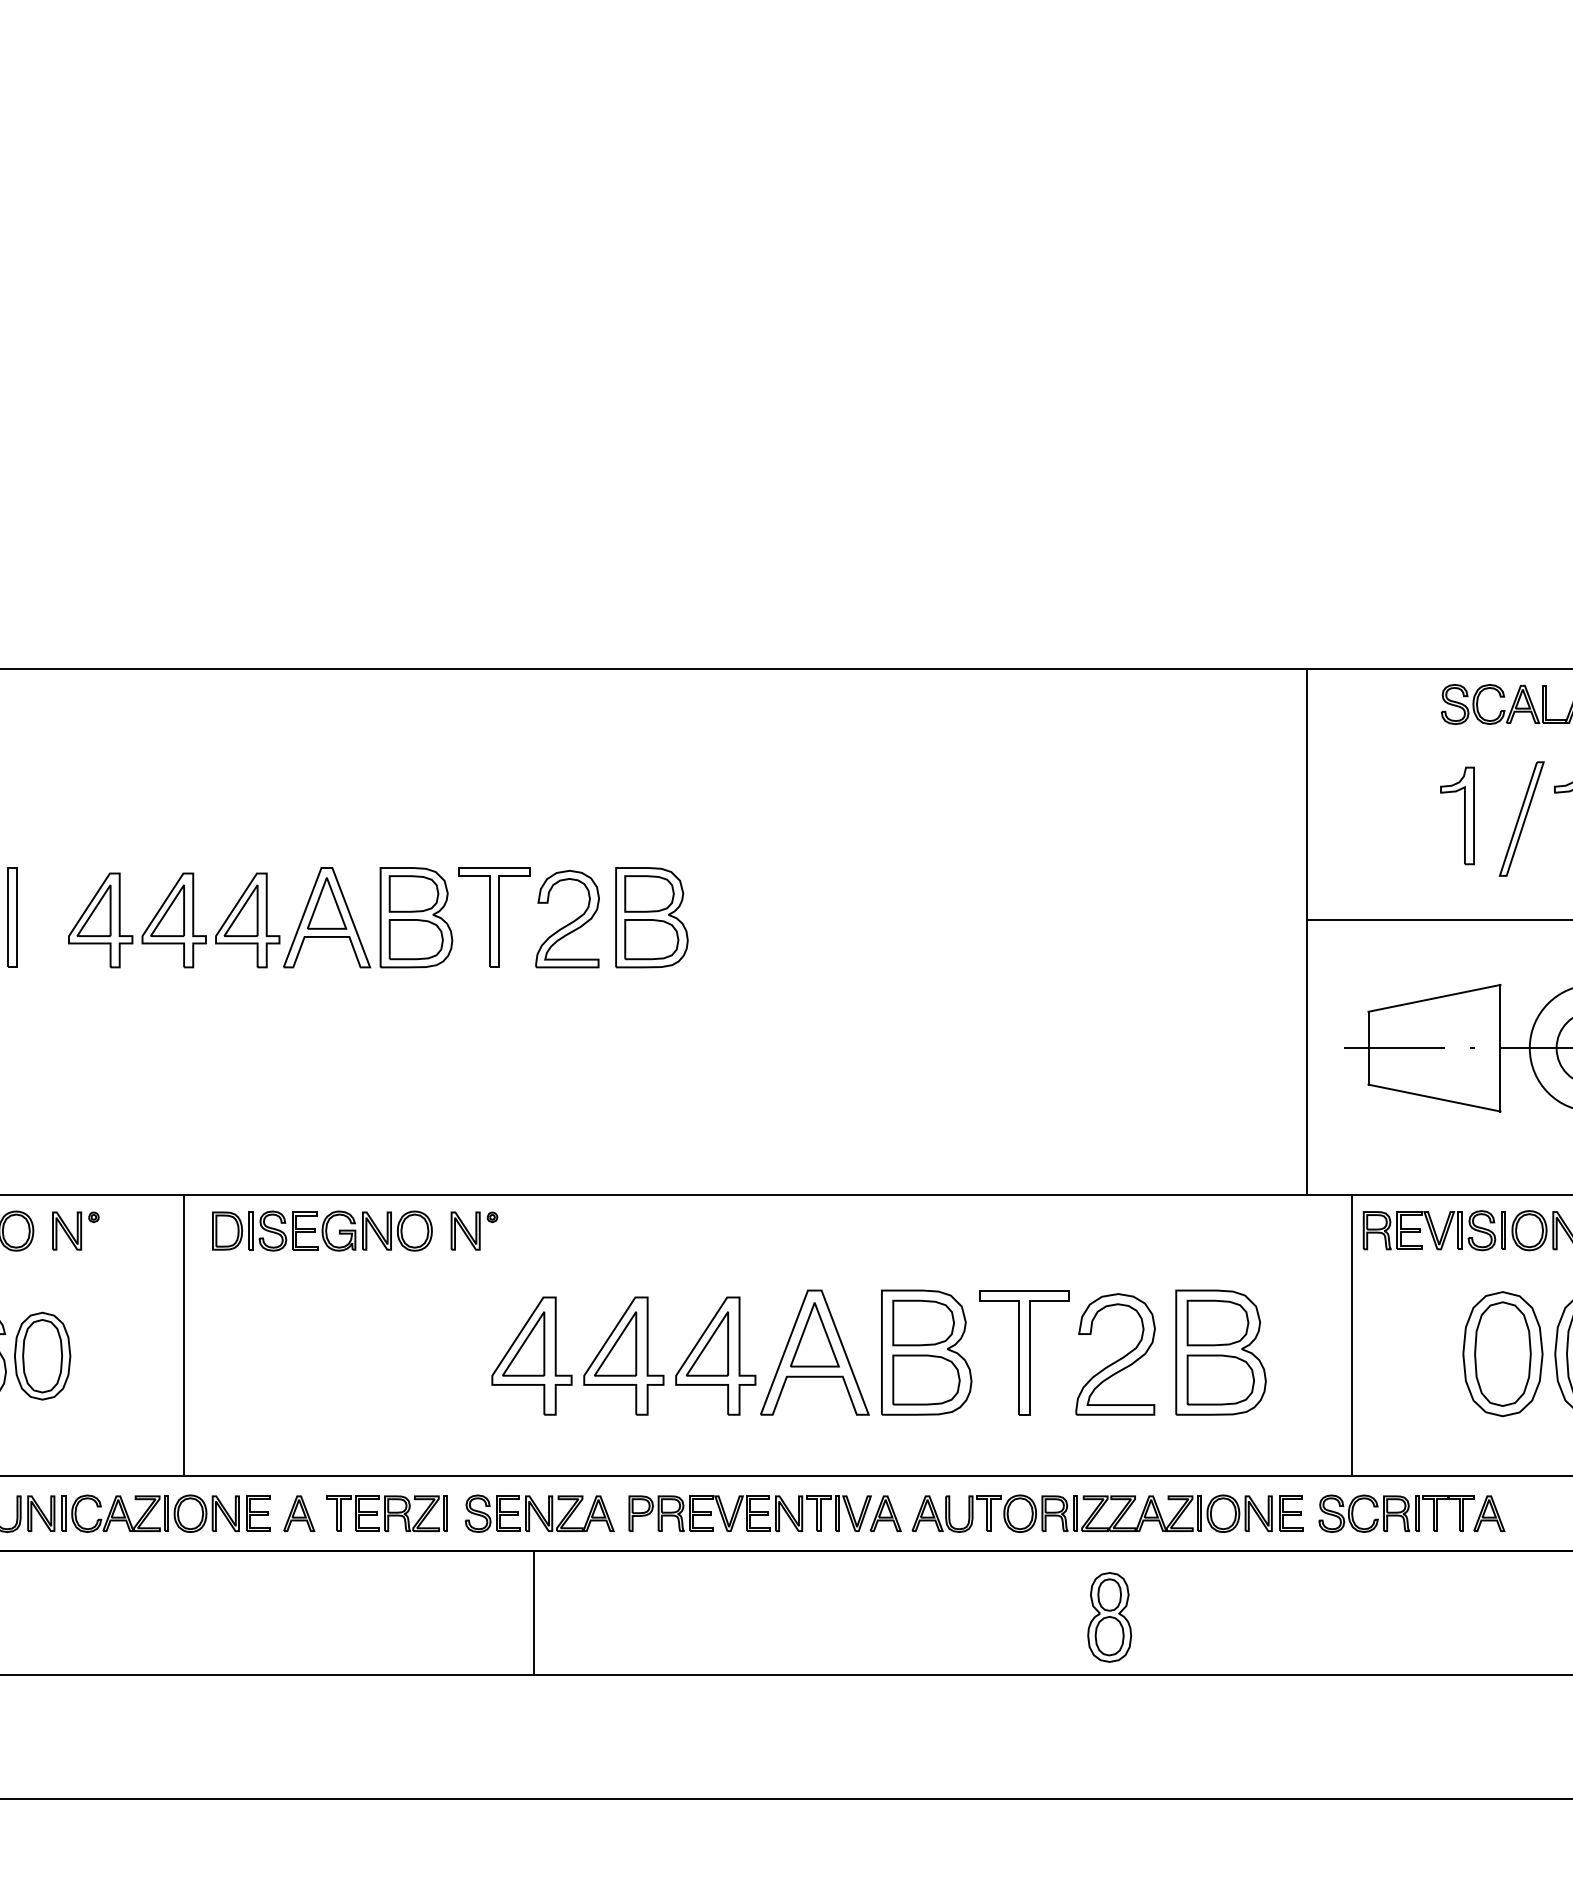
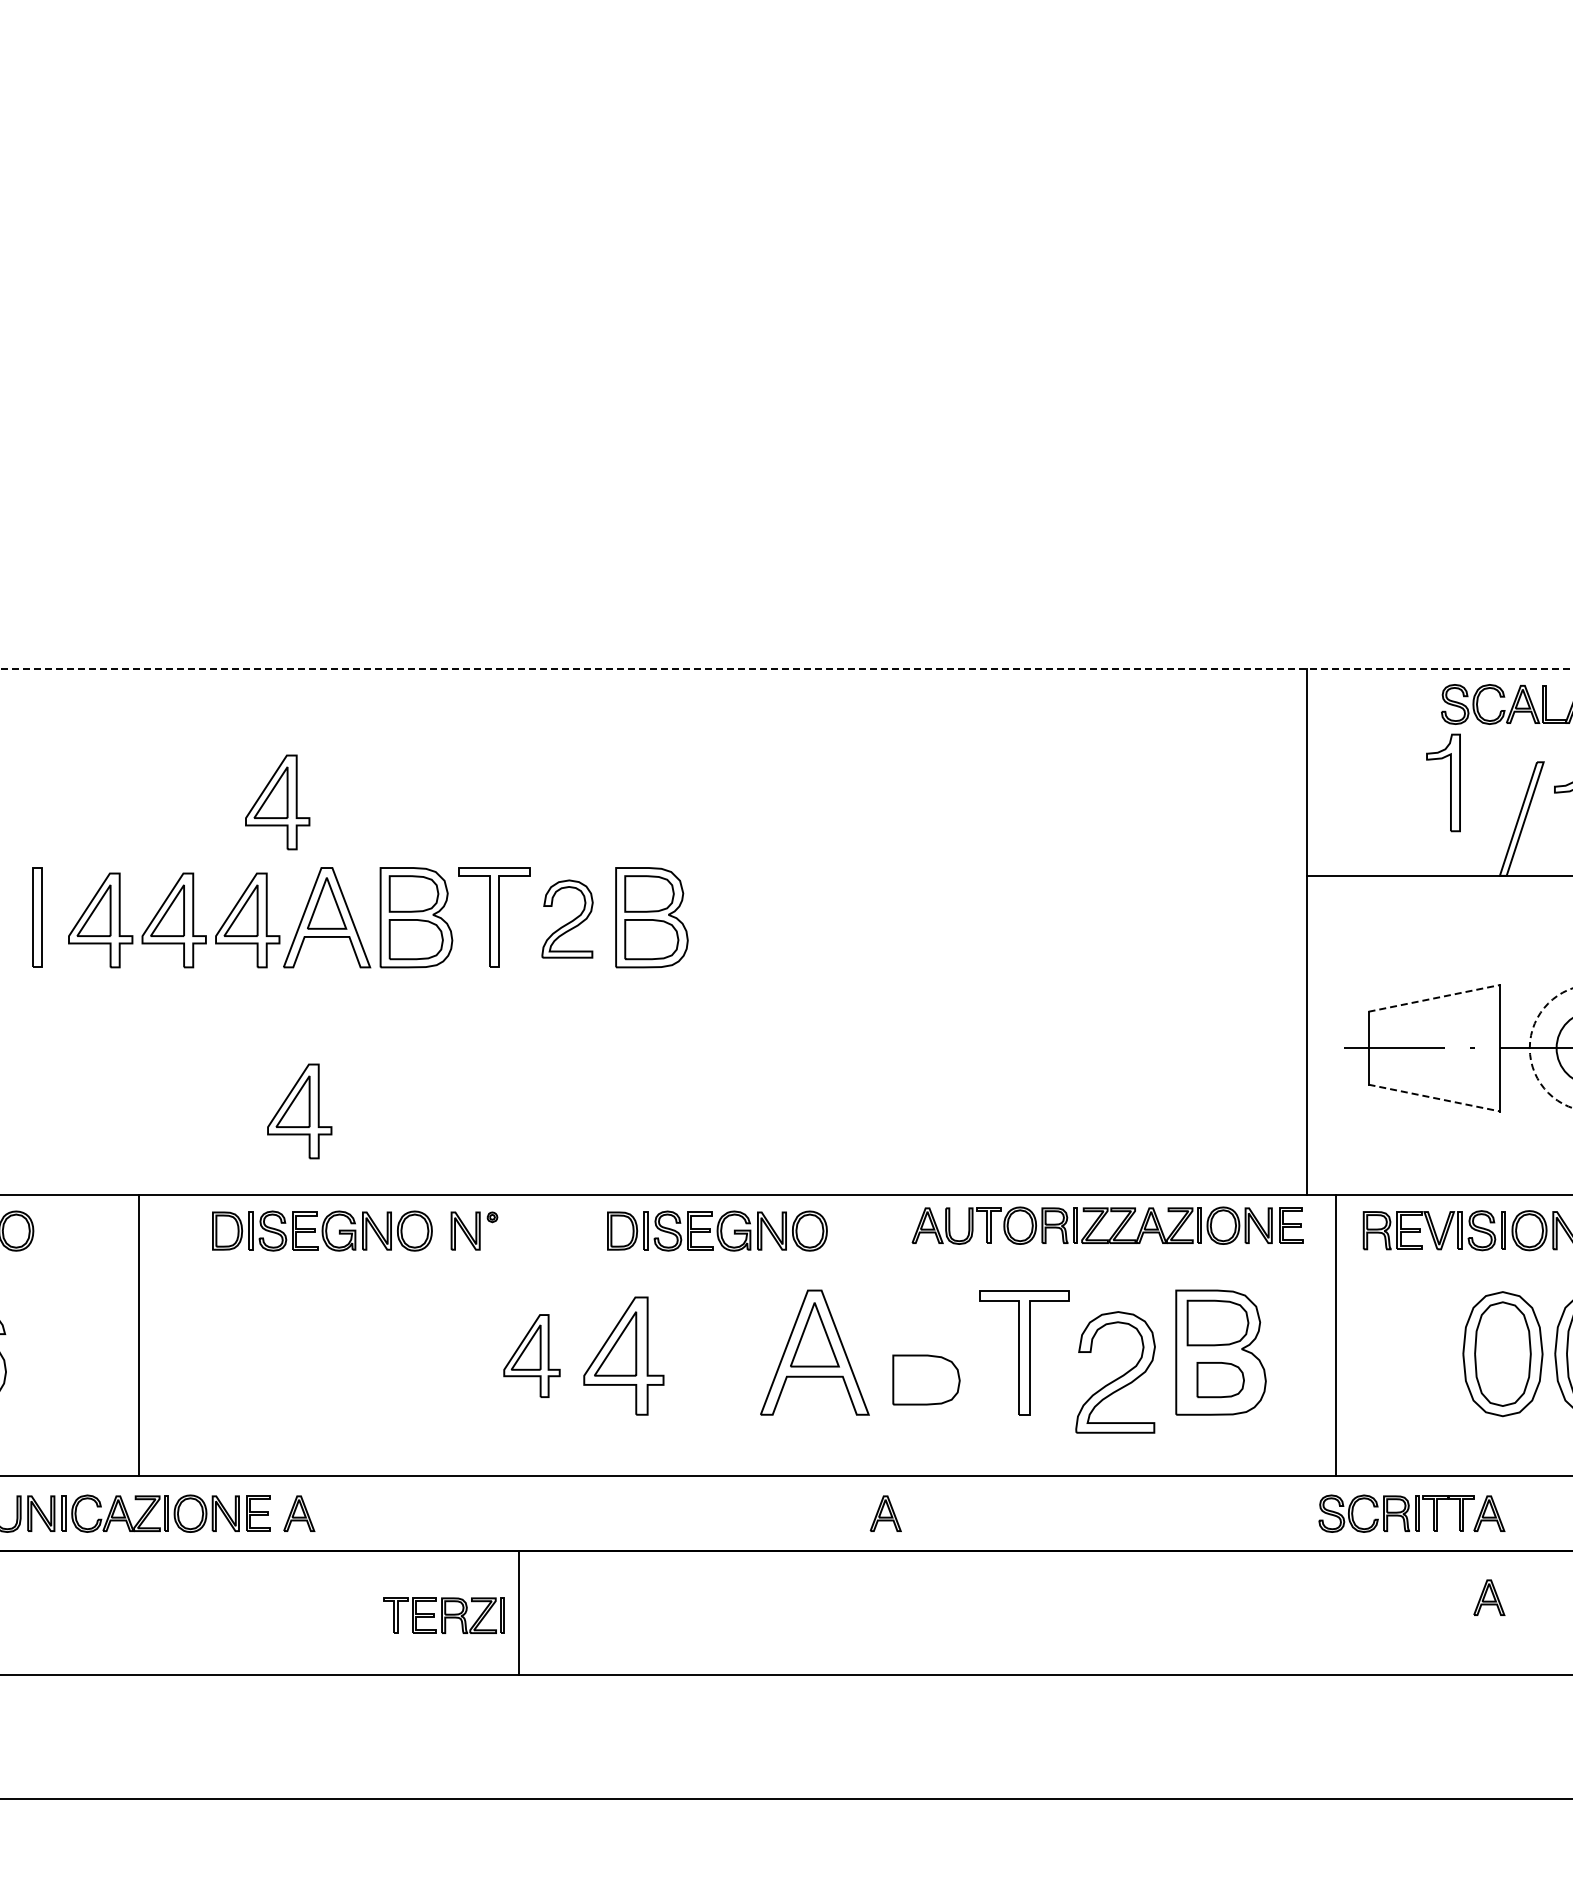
line at (786, 668): solid -> dashed
part at (277, 802): none -> present
part at (1464, 815) position: (1464, 815) -> (1450, 782)
part at (12, 917) position: (12, 917) -> (37, 917)
part at (567, 918) size: 65x100 px -> 53x80 px
line at (1438, 919) position: (1438, 919) -> (1438, 875)
line at (1434, 998): solid -> dashed
circle at (1550, 1047): solid -> dashed
line at (1434, 1098): solid -> dashed
part at (299, 1111): none -> present
part at (75, 1230): present -> none
part at (717, 1230): none -> present
line at (183, 1335) position: (183, 1335) -> (138, 1335)
line at (1352, 1335) position: (1352, 1335) -> (1336, 1335)
part at (926, 1352): present -> none
part at (1115, 1354) position: (1115, 1354) -> (1115, 1372)
part at (42, 1355): present -> none
part at (531, 1355) size: 82x120 px -> 58x84 px
part at (715, 1355): present -> none
part at (1220, 1379) size: 69x52 px -> 49x37 px
part at (1101, 1509) position: (1101, 1509) -> (1101, 1221)
part at (386, 1513) position: (386, 1513) -> (443, 1615)
part at (539, 1513): present -> none
part at (749, 1513): present -> none
part at (1489, 1597): none -> present
line at (534, 1612) position: (534, 1612) -> (519, 1612)
part at (1109, 1617): present -> none
